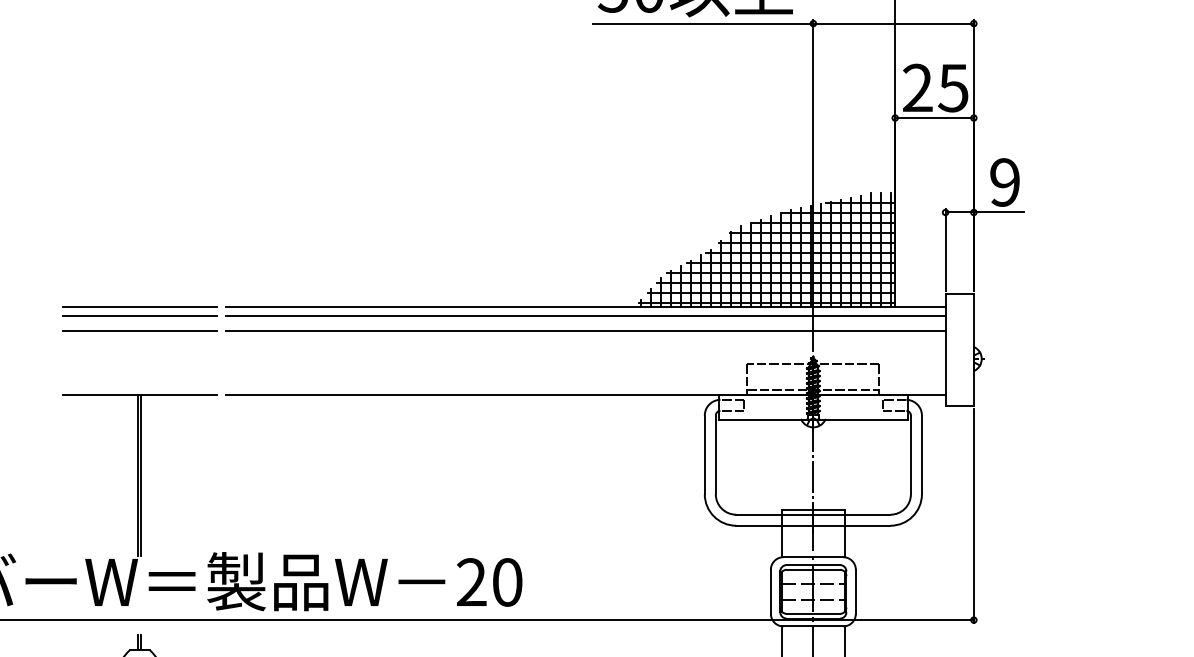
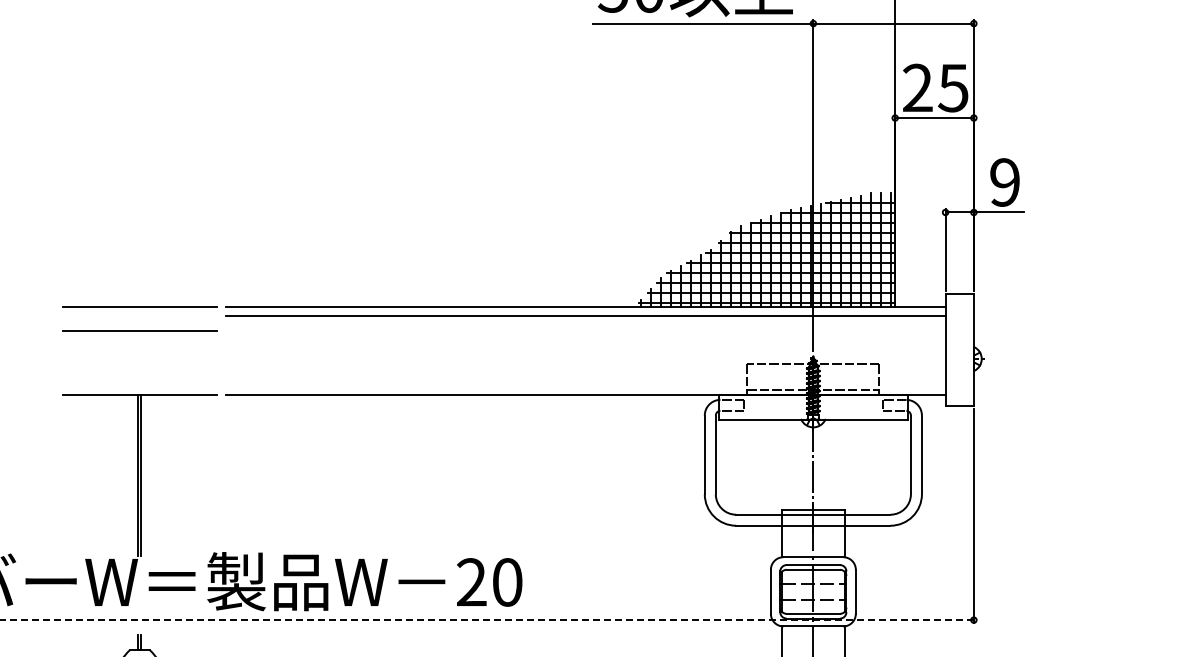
line at (139, 315): present -> none
line at (585, 331): present -> none
line at (487, 620): solid -> dashed
